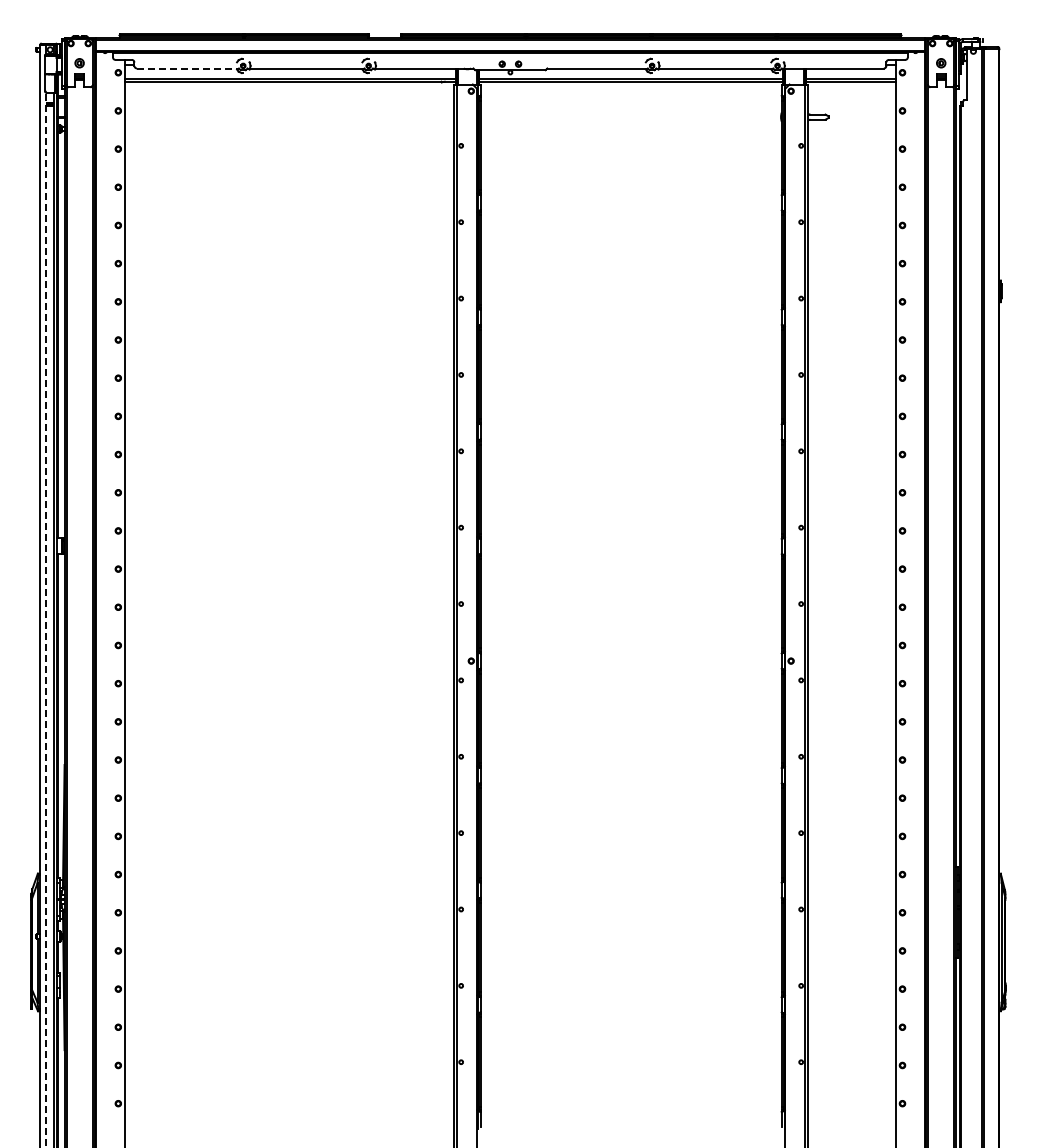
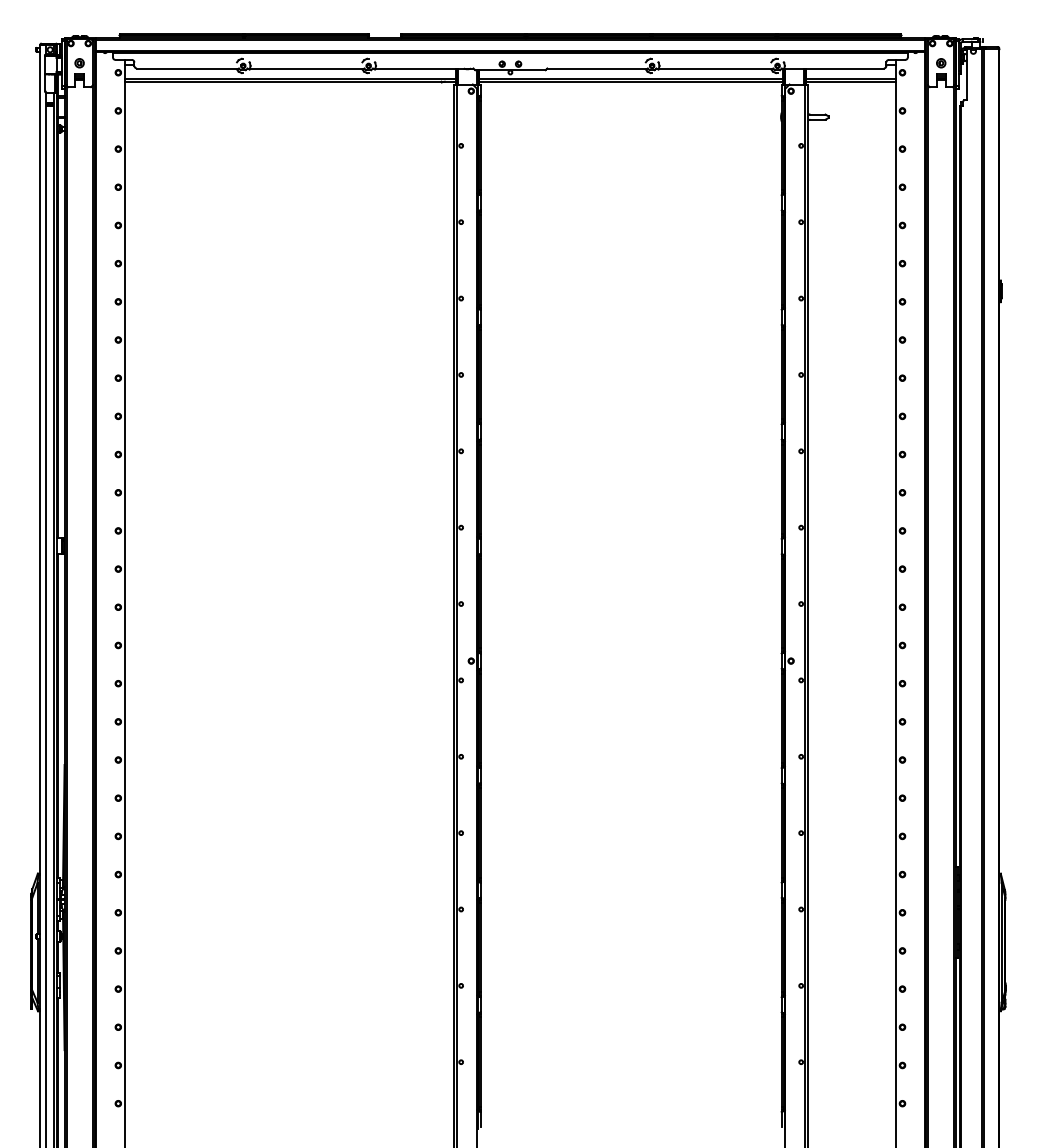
line at (188, 68): dashed -> solid
line at (46, 619): dashed -> solid
